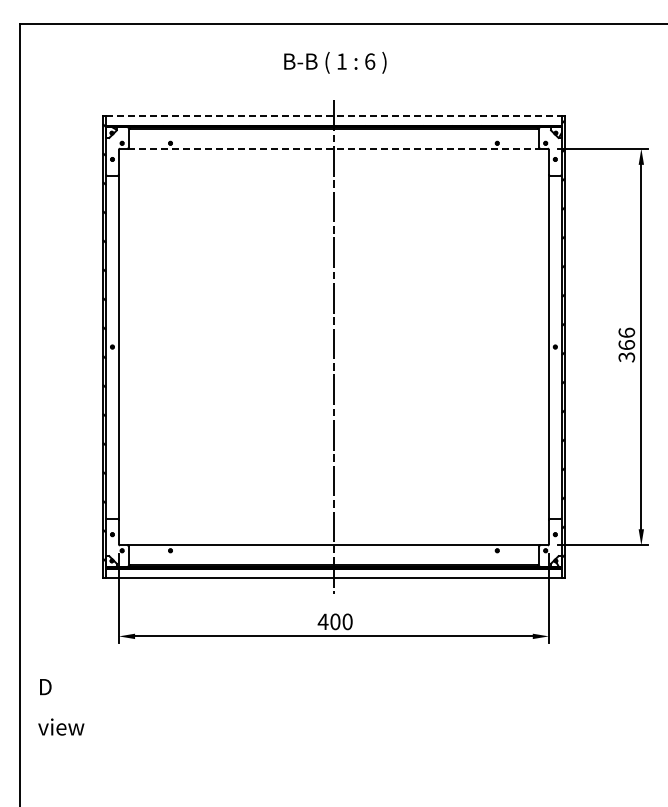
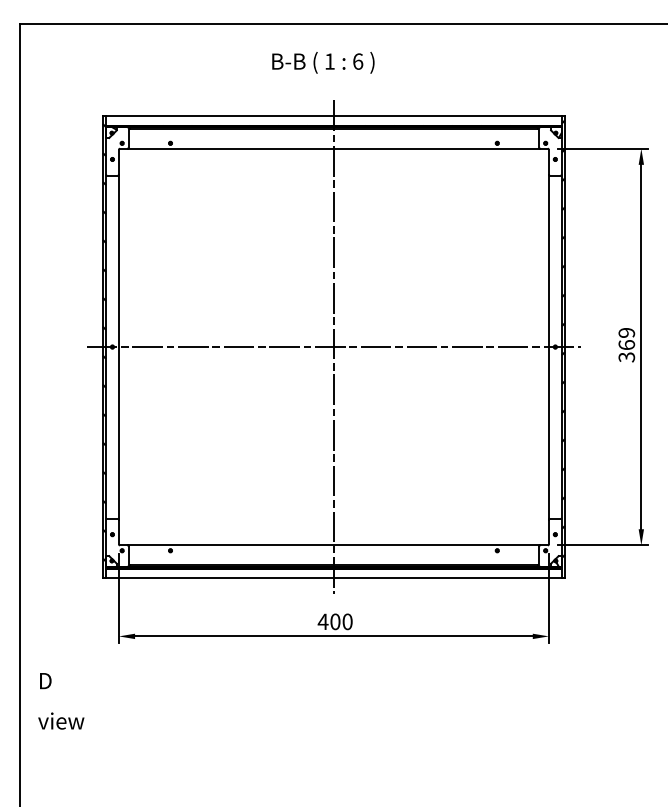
text at (335, 62) position: (335, 62) -> (323, 62)
line at (333, 116): dashed -> solid
line at (334, 148): dashed -> solid
text at (626, 332): 366 -> 369
line at (333, 347): none -> present
text at (61, 707) position: (61, 707) -> (61, 701)
